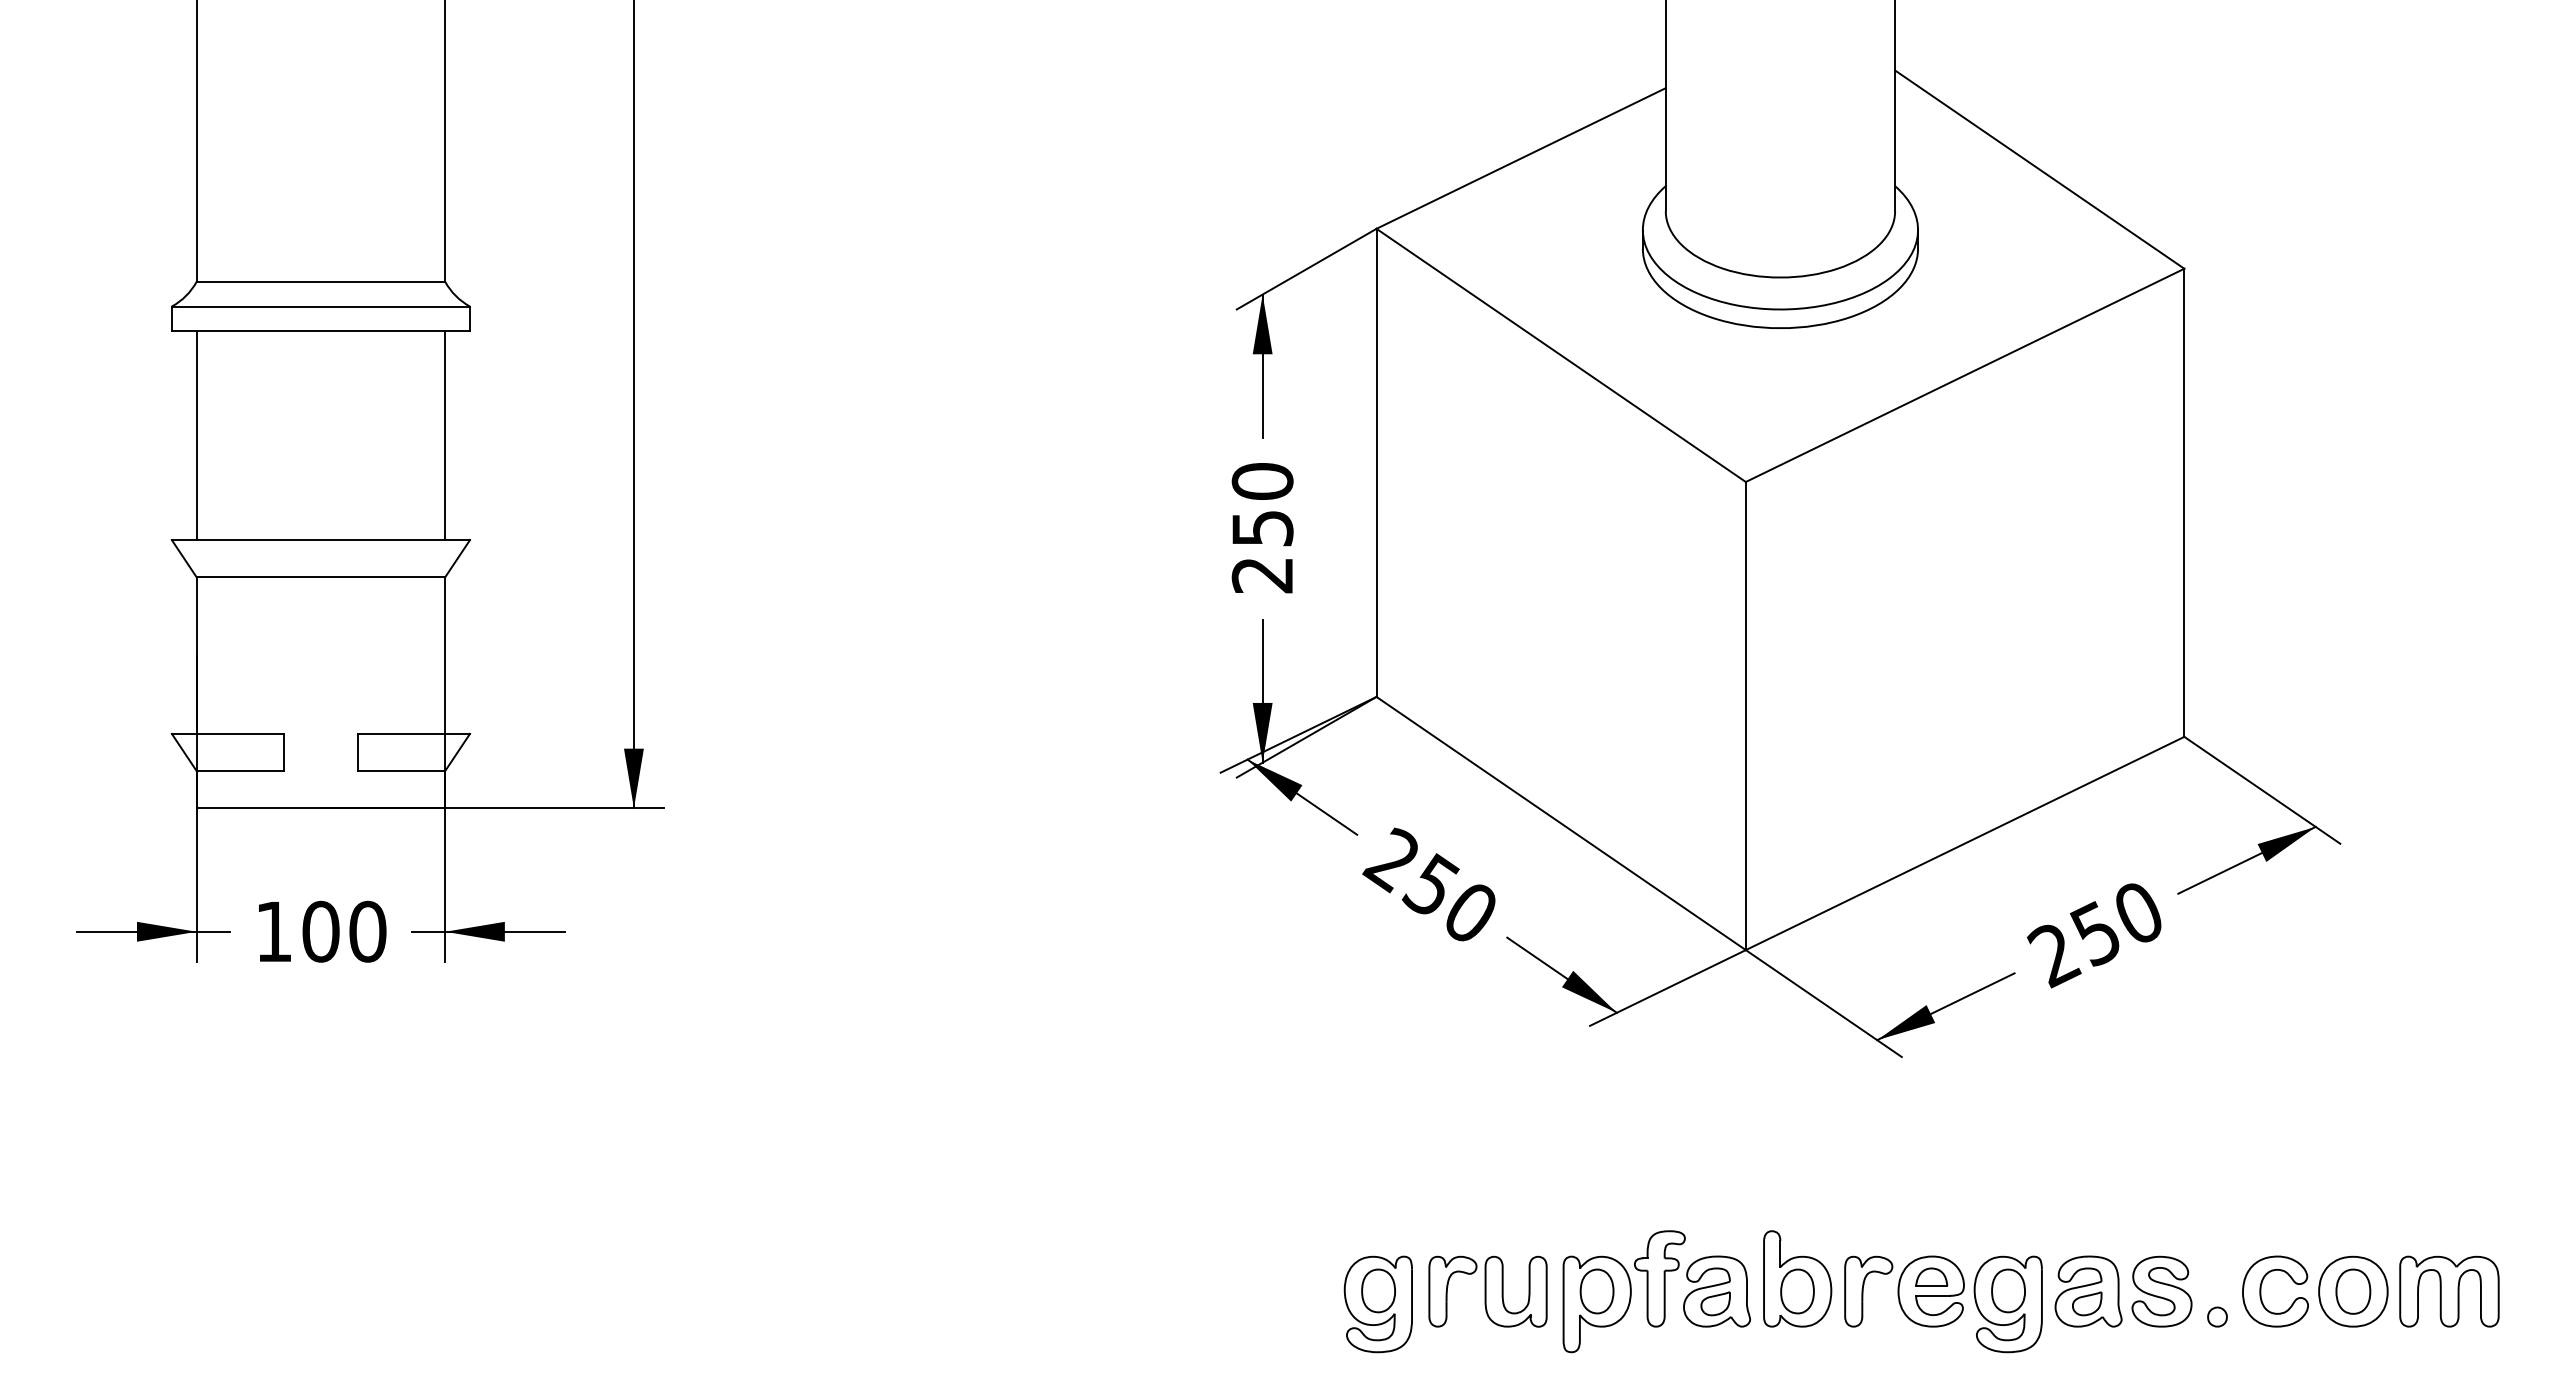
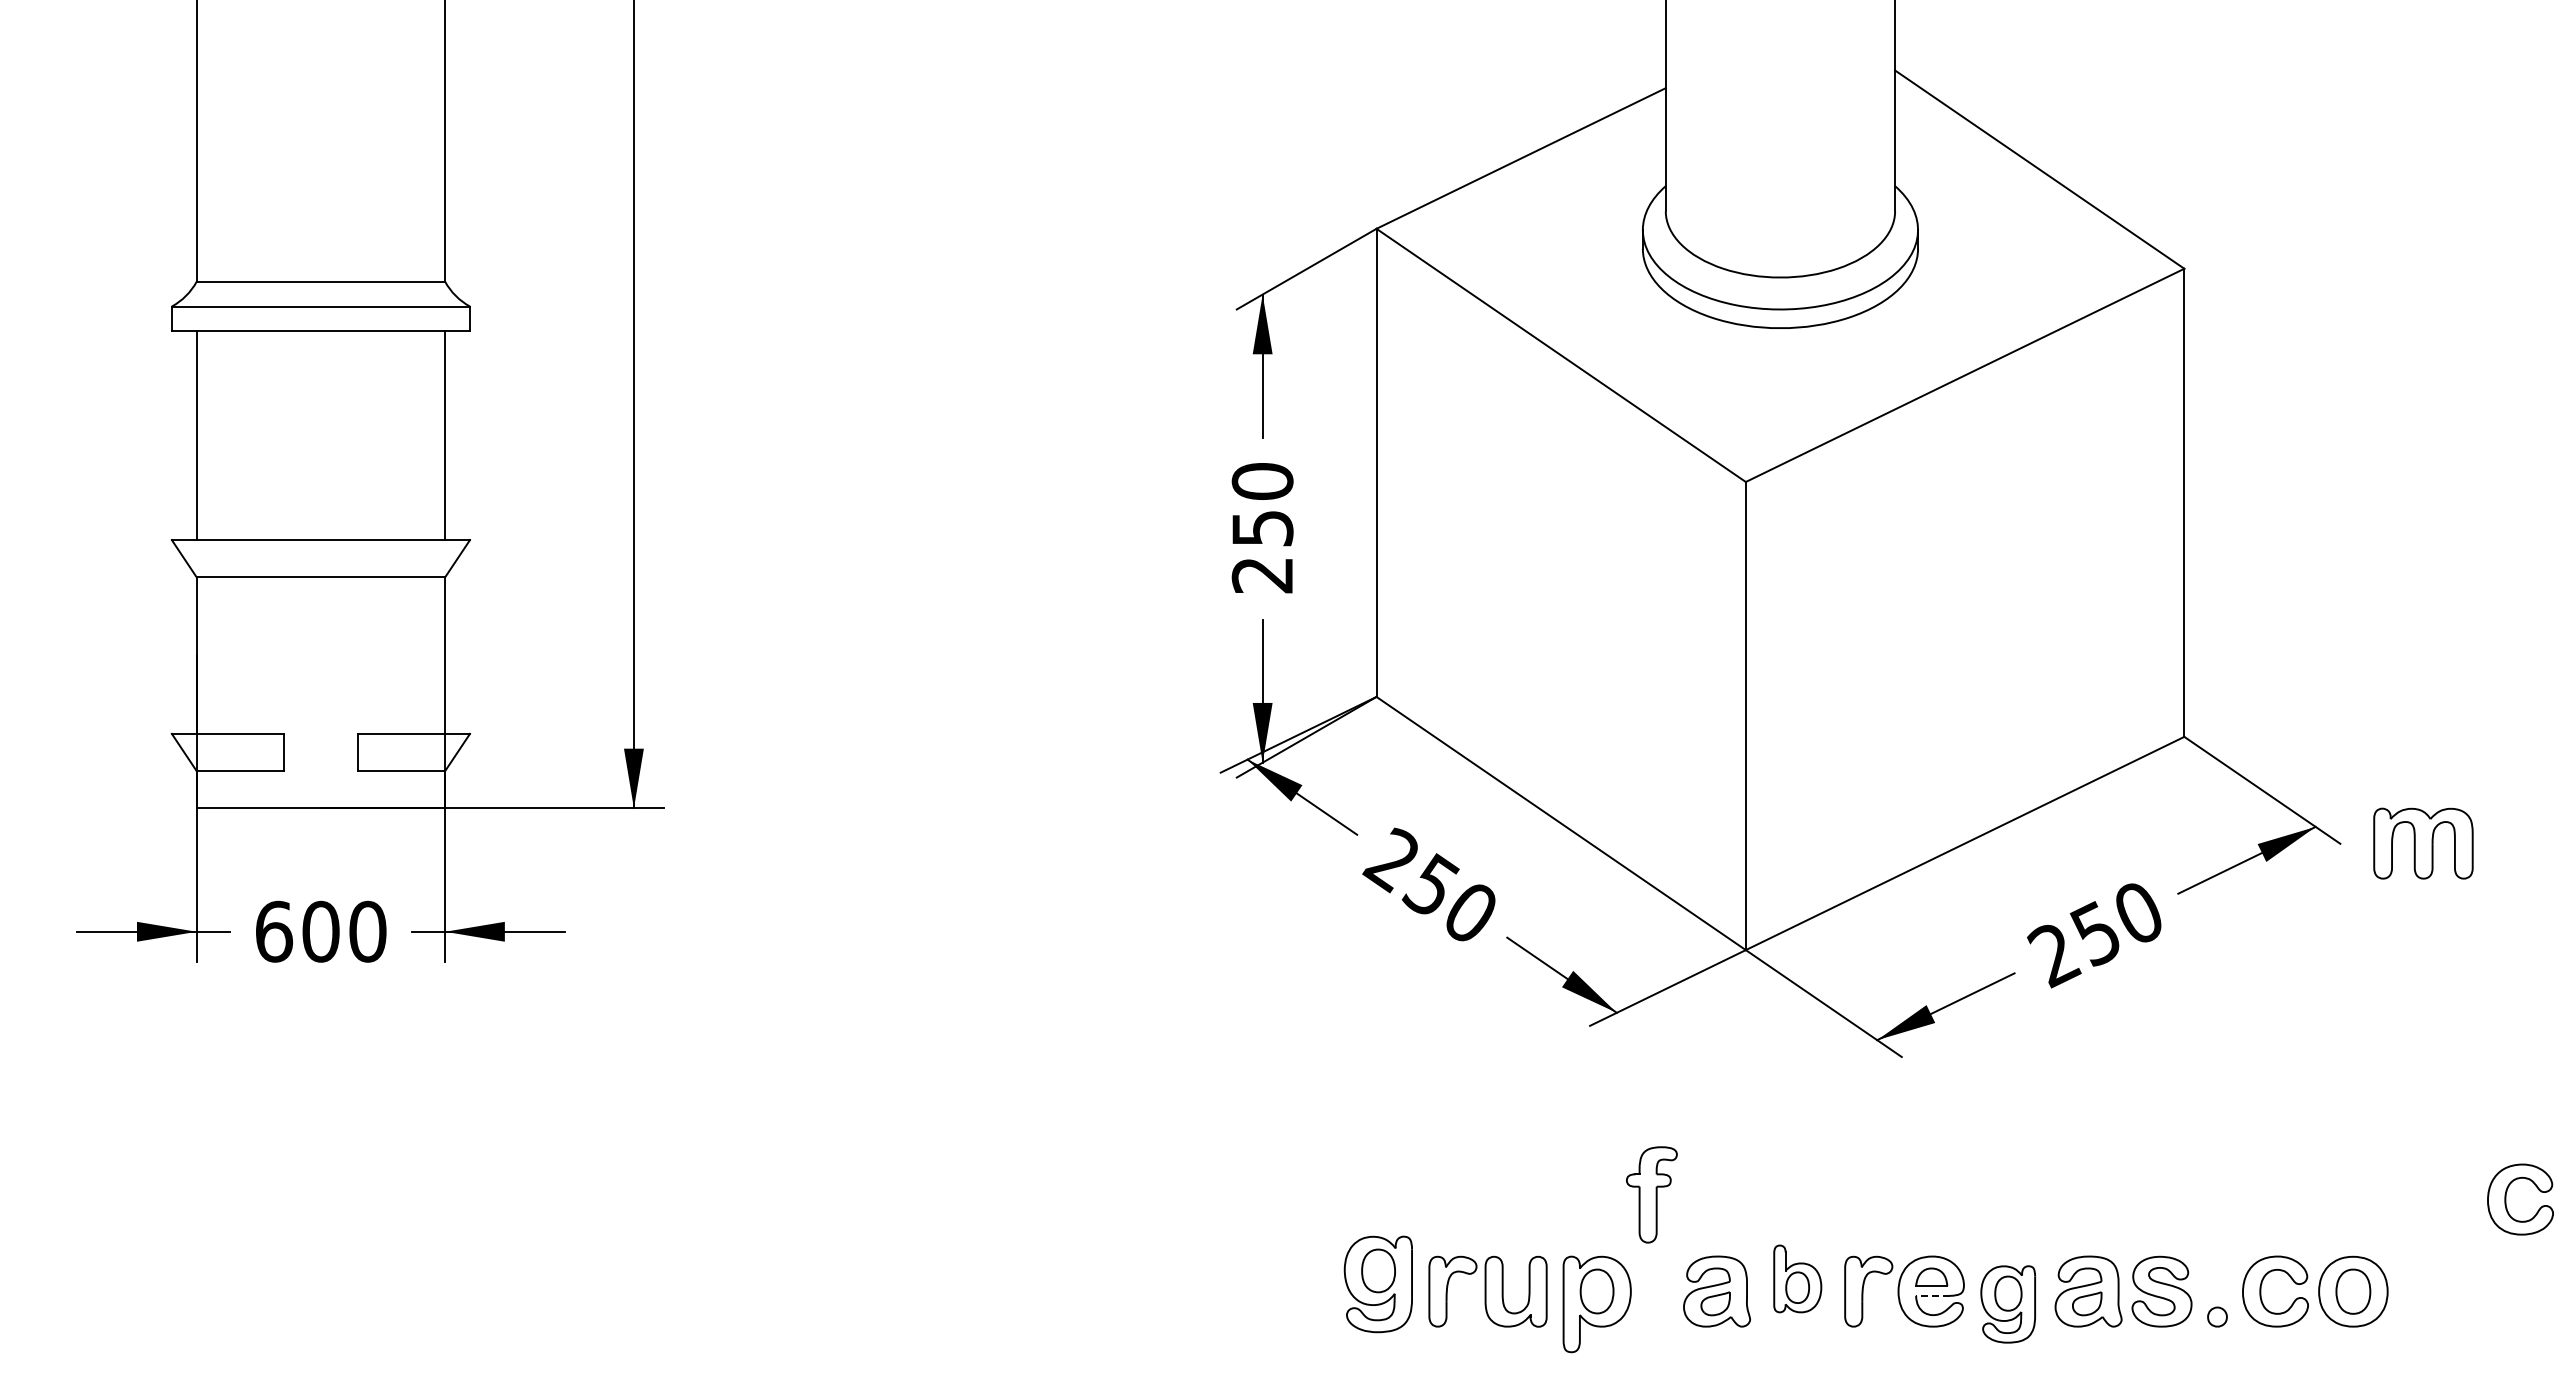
text at (274, 931): 100 -> 600
part at (2506, 1199): none -> present
part at (1659, 1278) position: (1659, 1278) -> (1651, 1194)
part at (1797, 1278) size: 70x98 px -> 50x70 px
part at (2449, 1291) position: (2449, 1291) -> (2423, 843)
line at (1932, 1295): solid -> dashed
part at (1377, 1304) position: (1377, 1304) -> (1377, 1284)
part at (2007, 1304) size: 70x99 px -> 56x79 px
